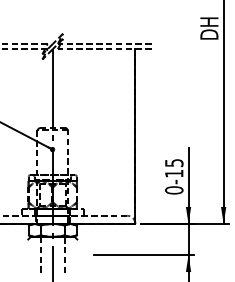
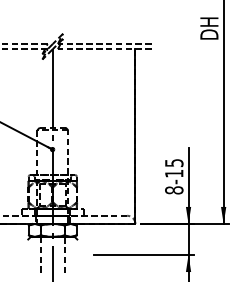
text at (174, 190): 0-15 -> 8-15
